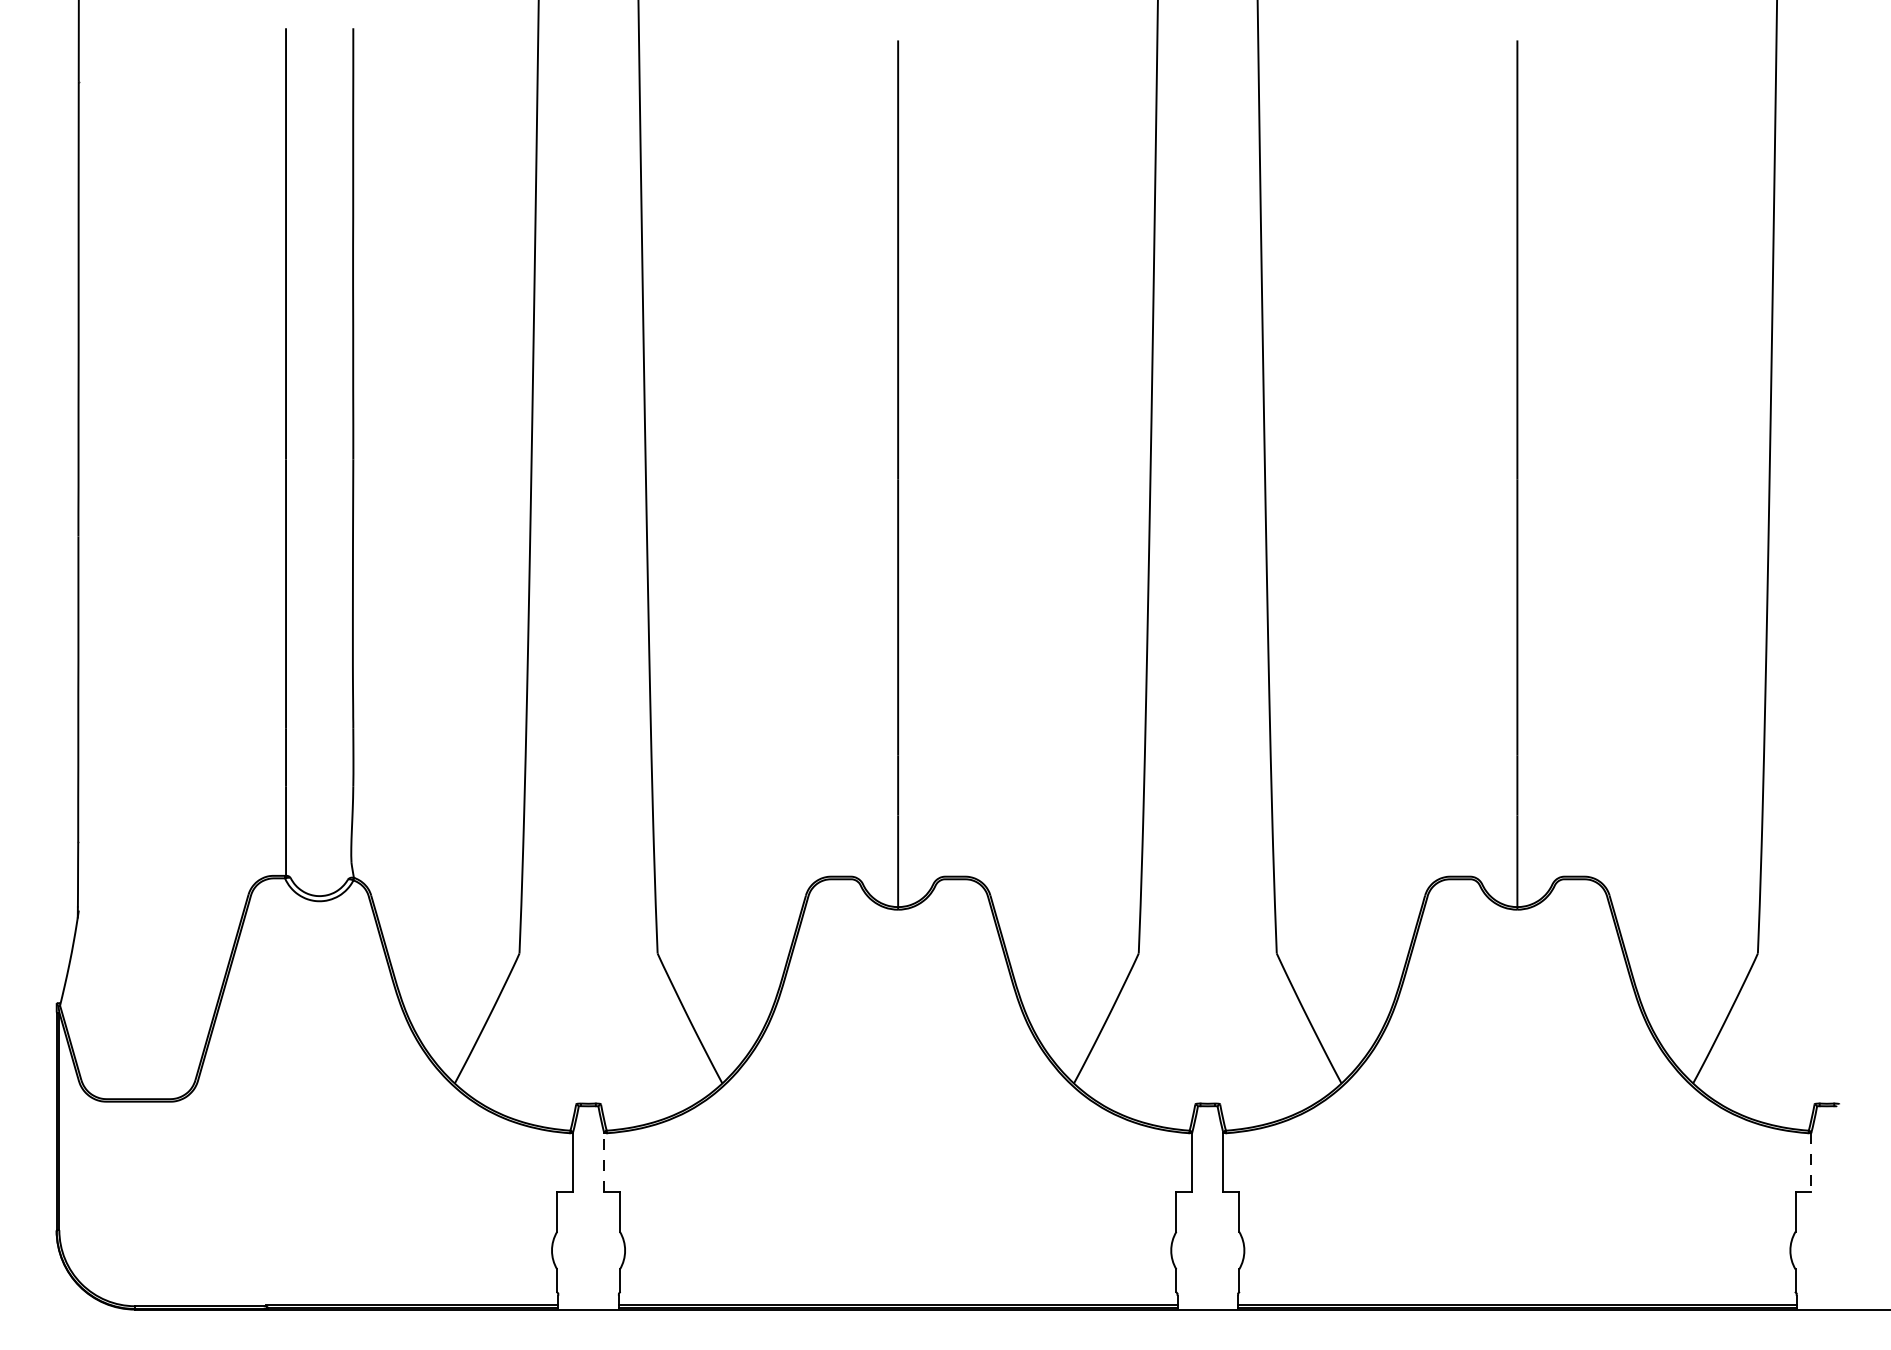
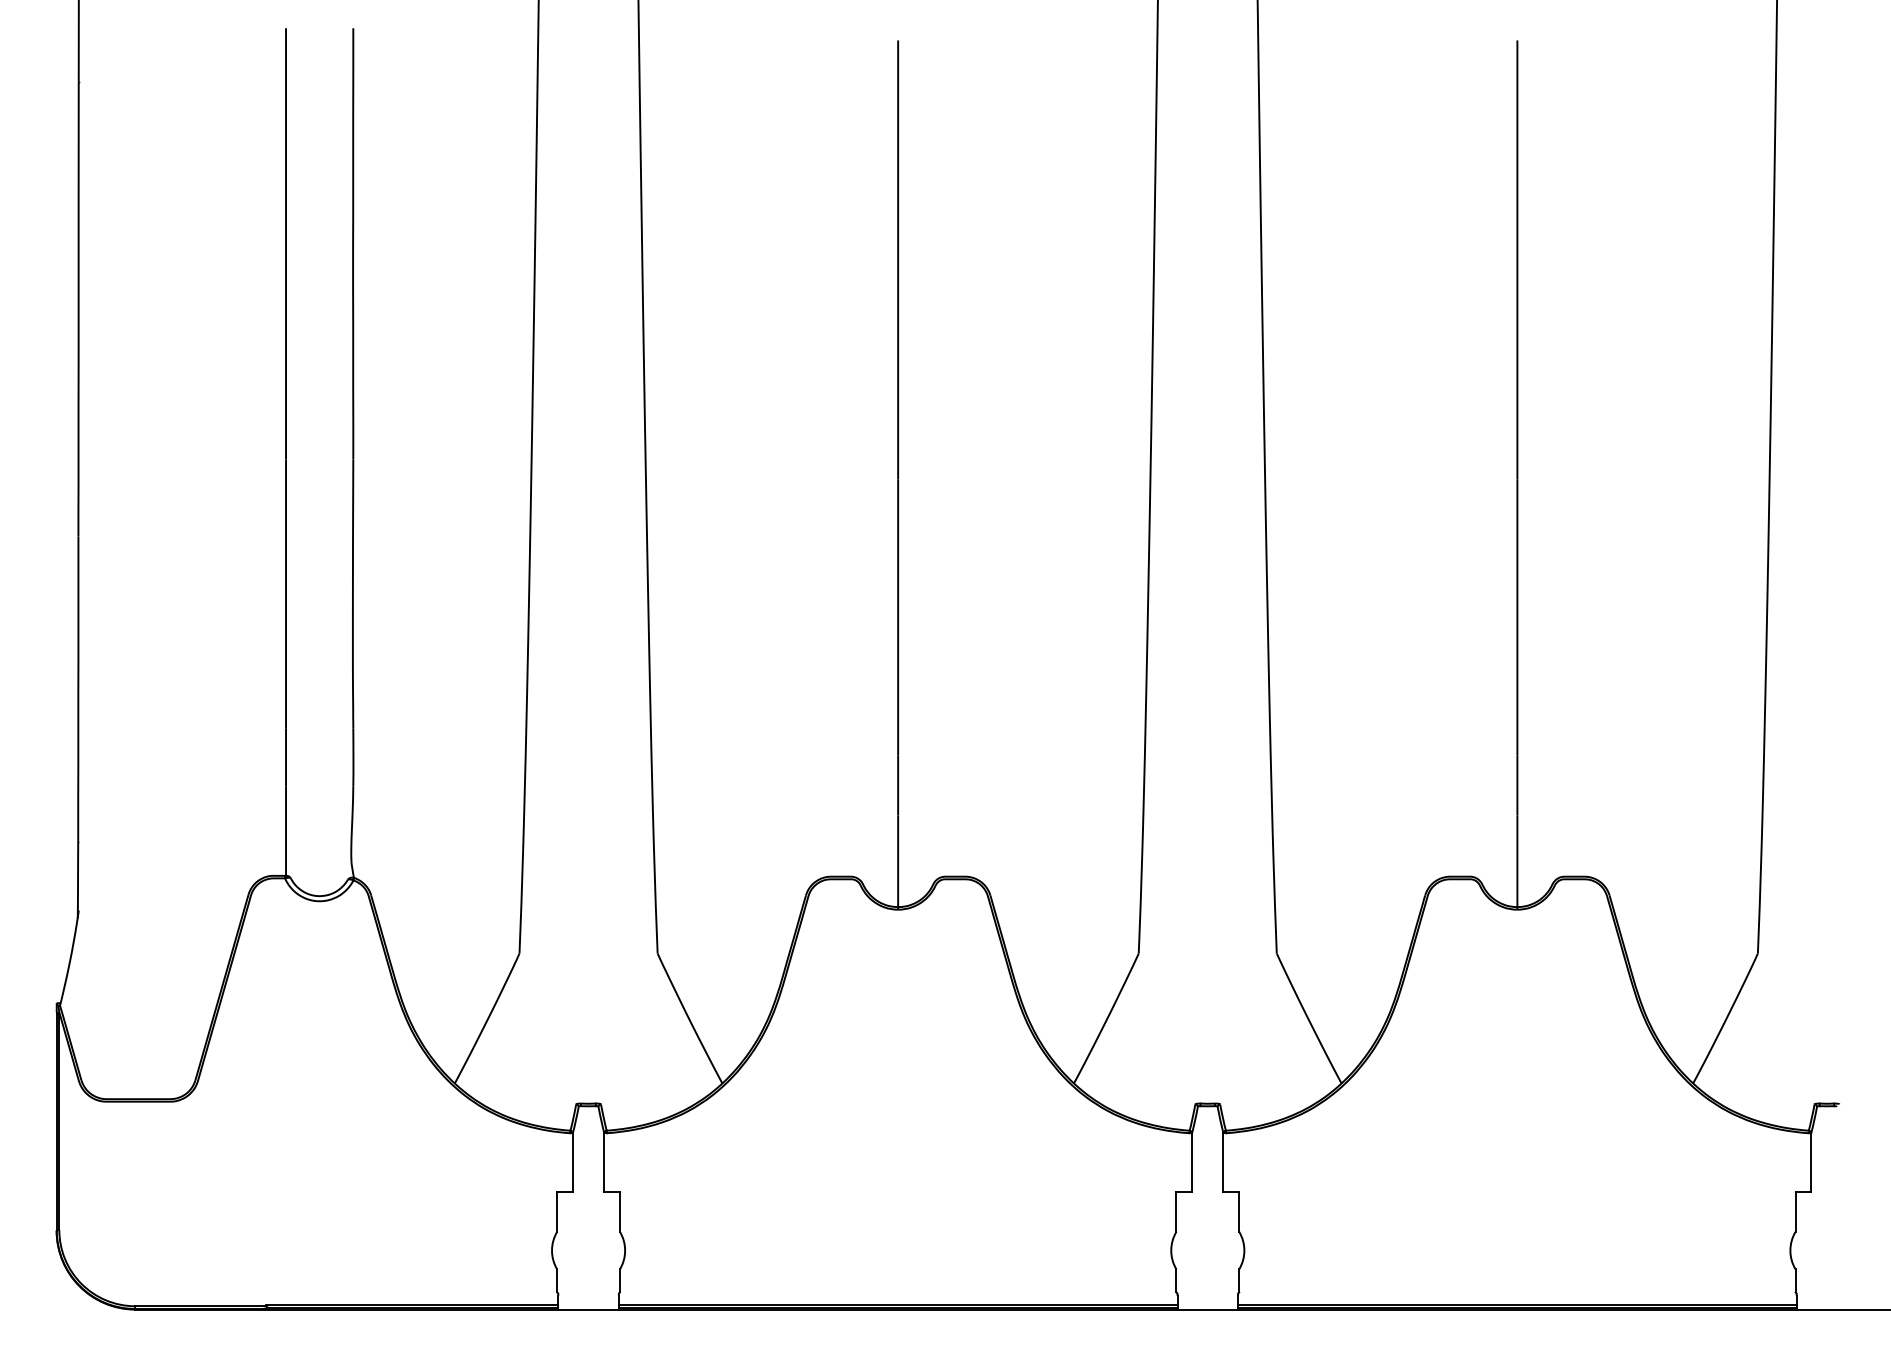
line at (604, 1162): dashed -> solid
line at (1811, 1163): dashed -> solid
